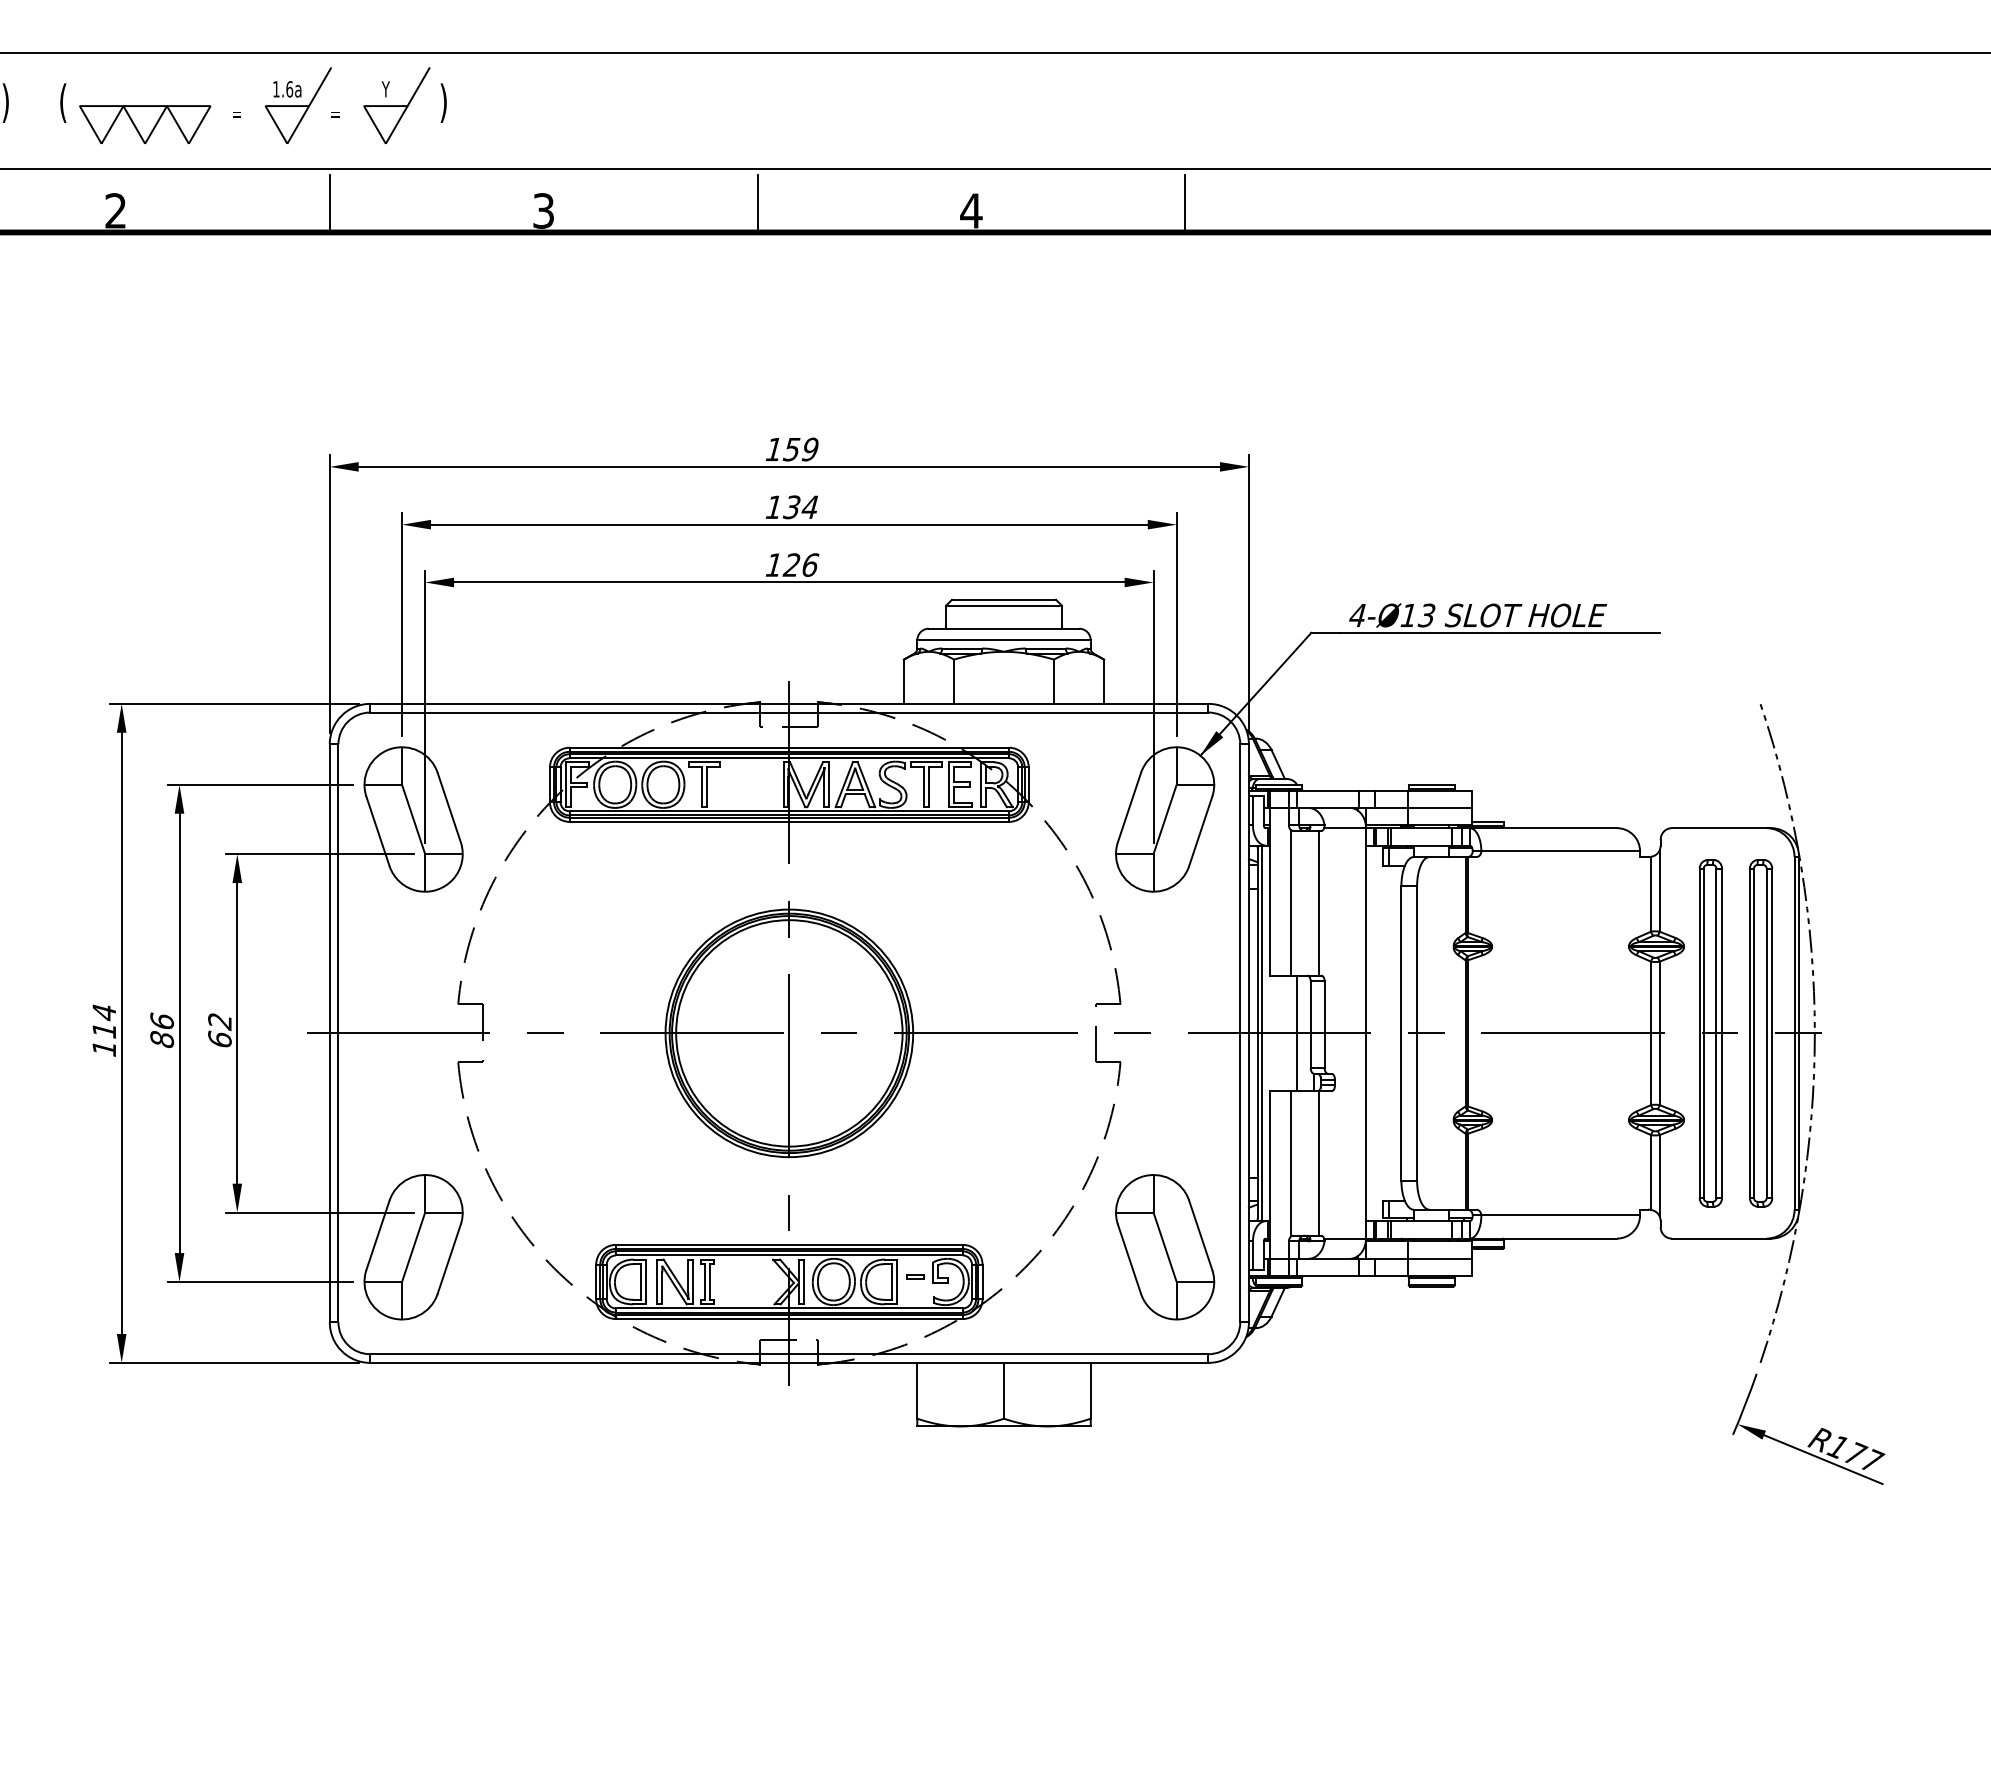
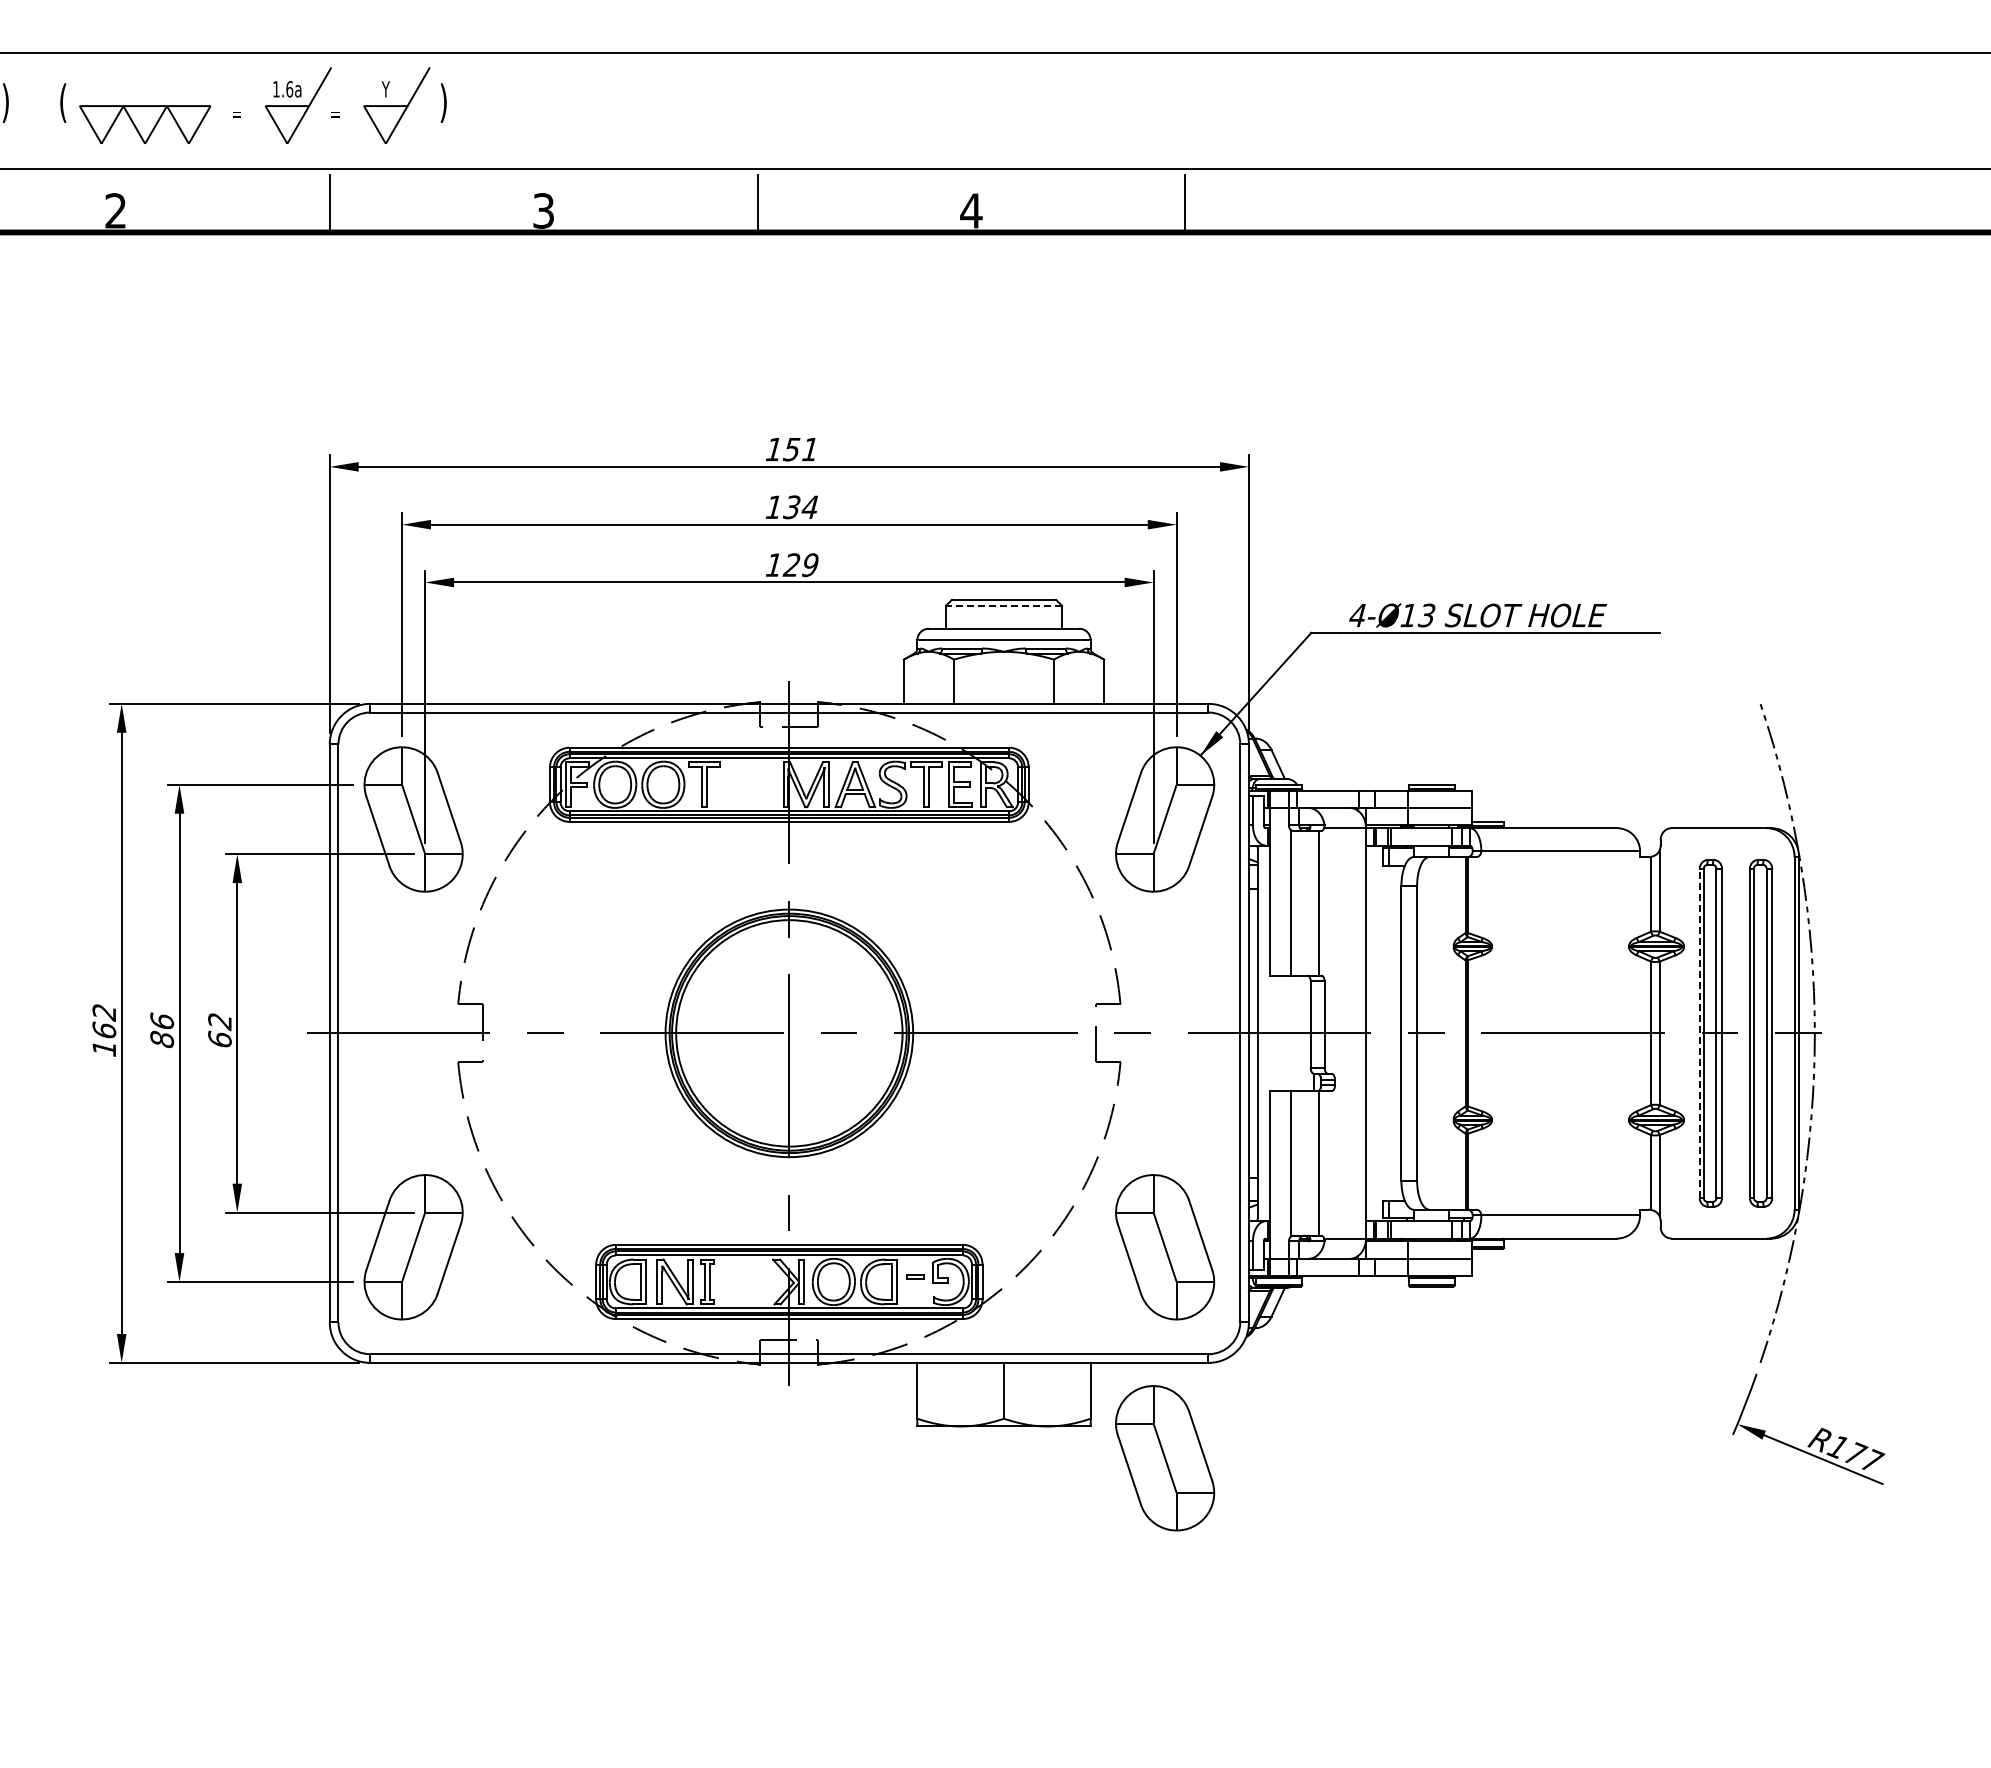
text at (809, 449): 159 -> 151
text at (810, 565): 126 -> 129
line at (1004, 605): solid -> dashed
text at (104, 1021): 114 -> 162
line at (1261, 1033): present -> none
line at (1296, 1033): present -> none
line at (1699, 1033): solid -> dashed
part at (1165, 1458): none -> present
